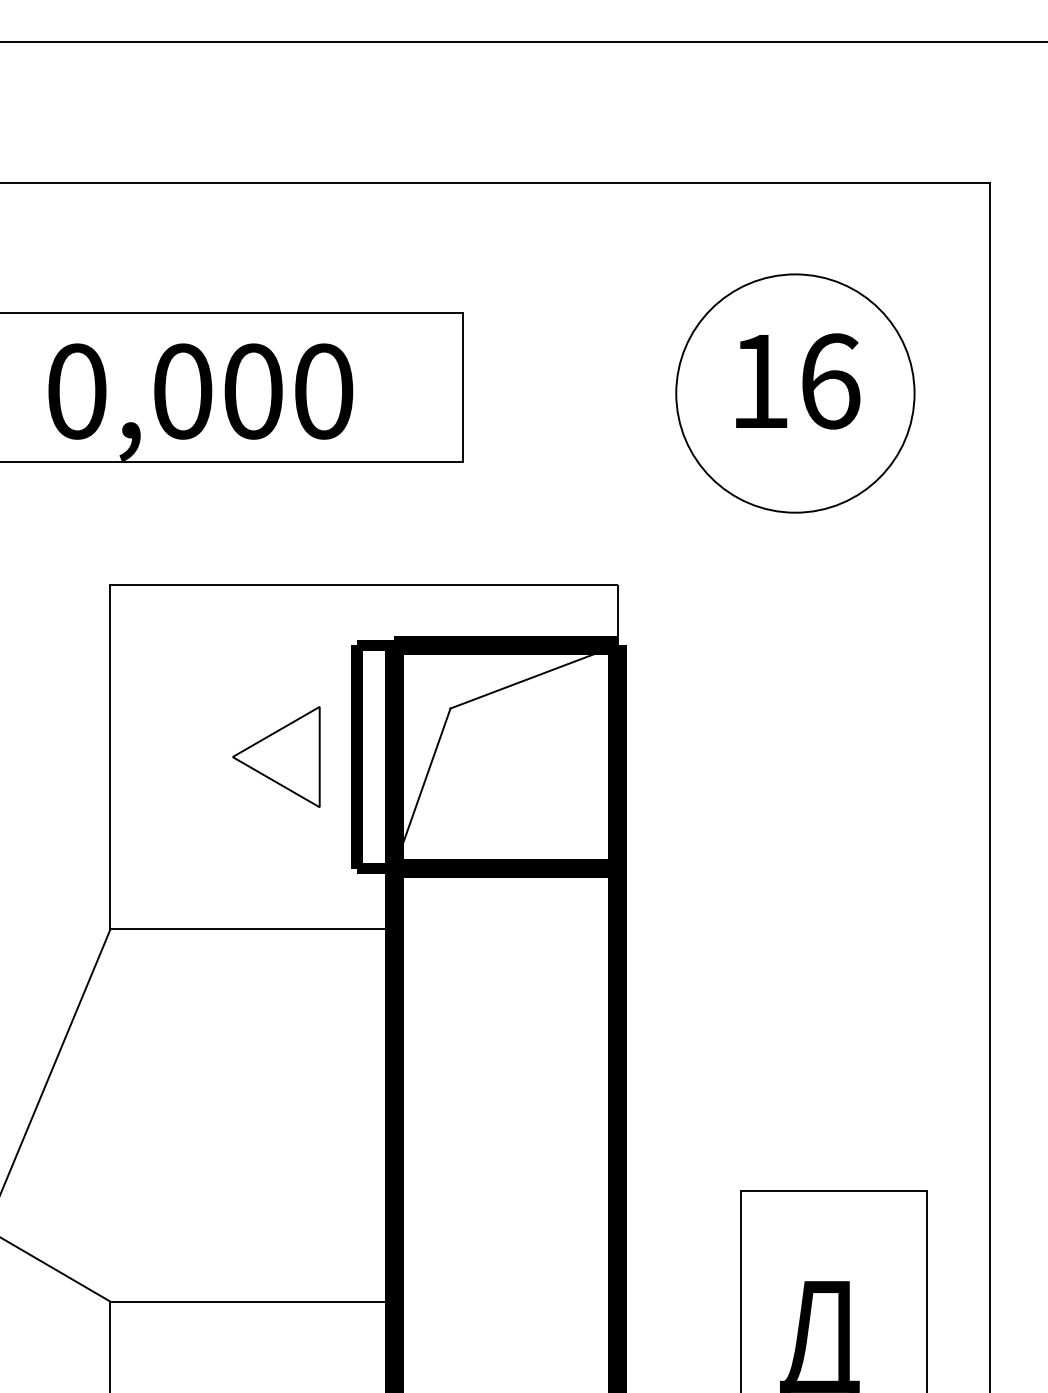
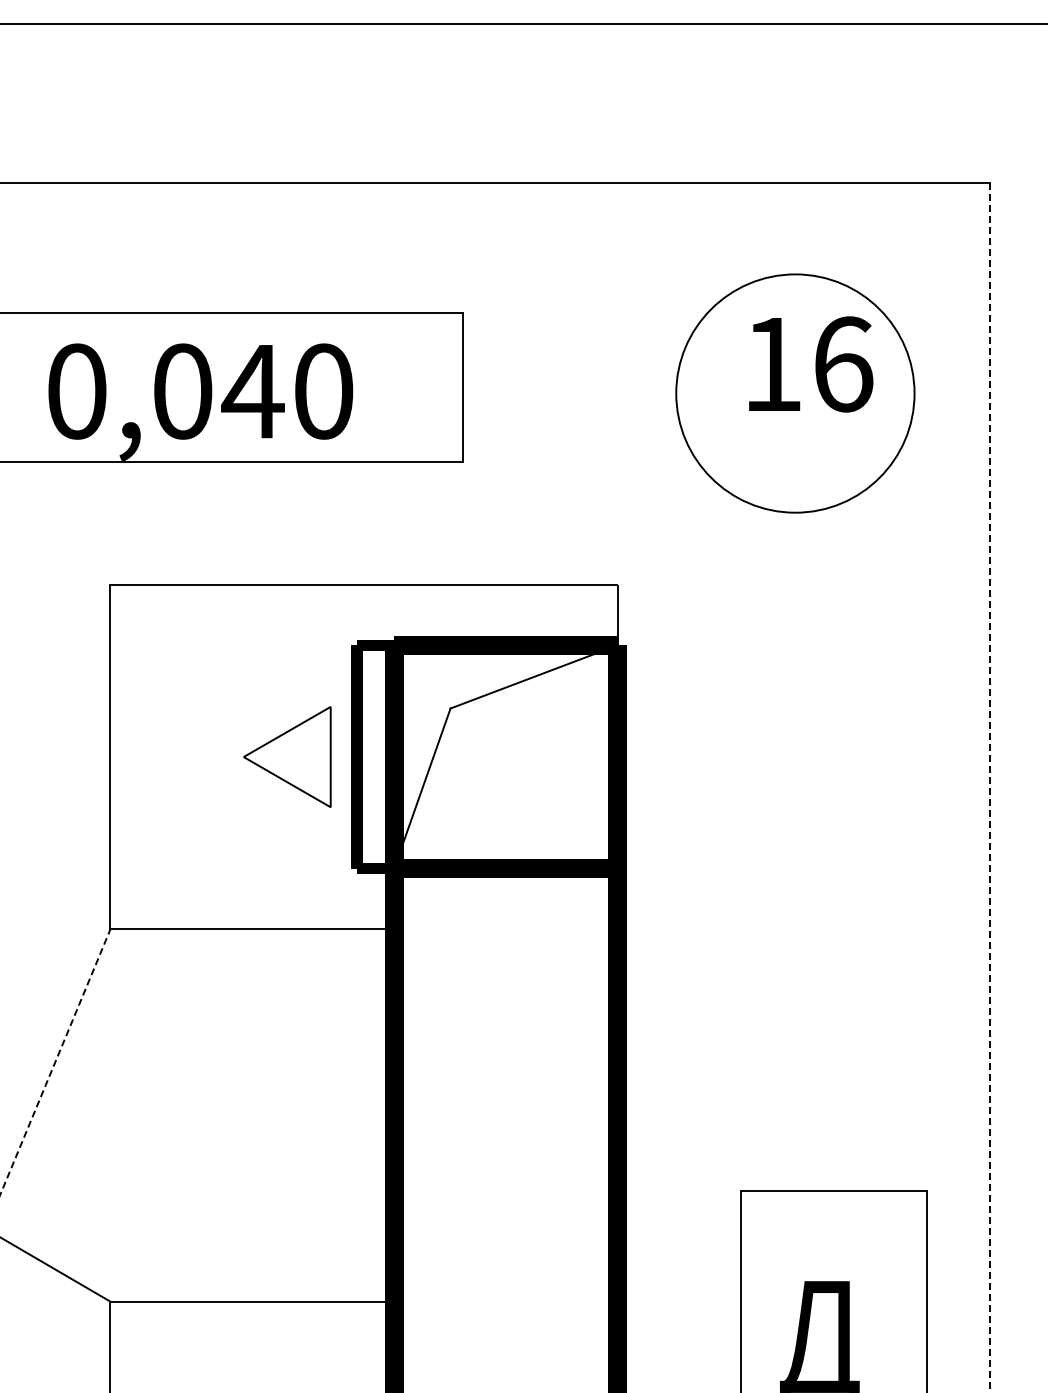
line at (523, 41) position: (523, 41) -> (523, 23)
text at (798, 381) position: (798, 381) -> (811, 364)
text at (252, 391): 0,000 -> 0,040
part at (276, 756) position: (276, 756) -> (287, 756)
line at (989, 788): solid -> dashed
line at (55, 1062): solid -> dashed
